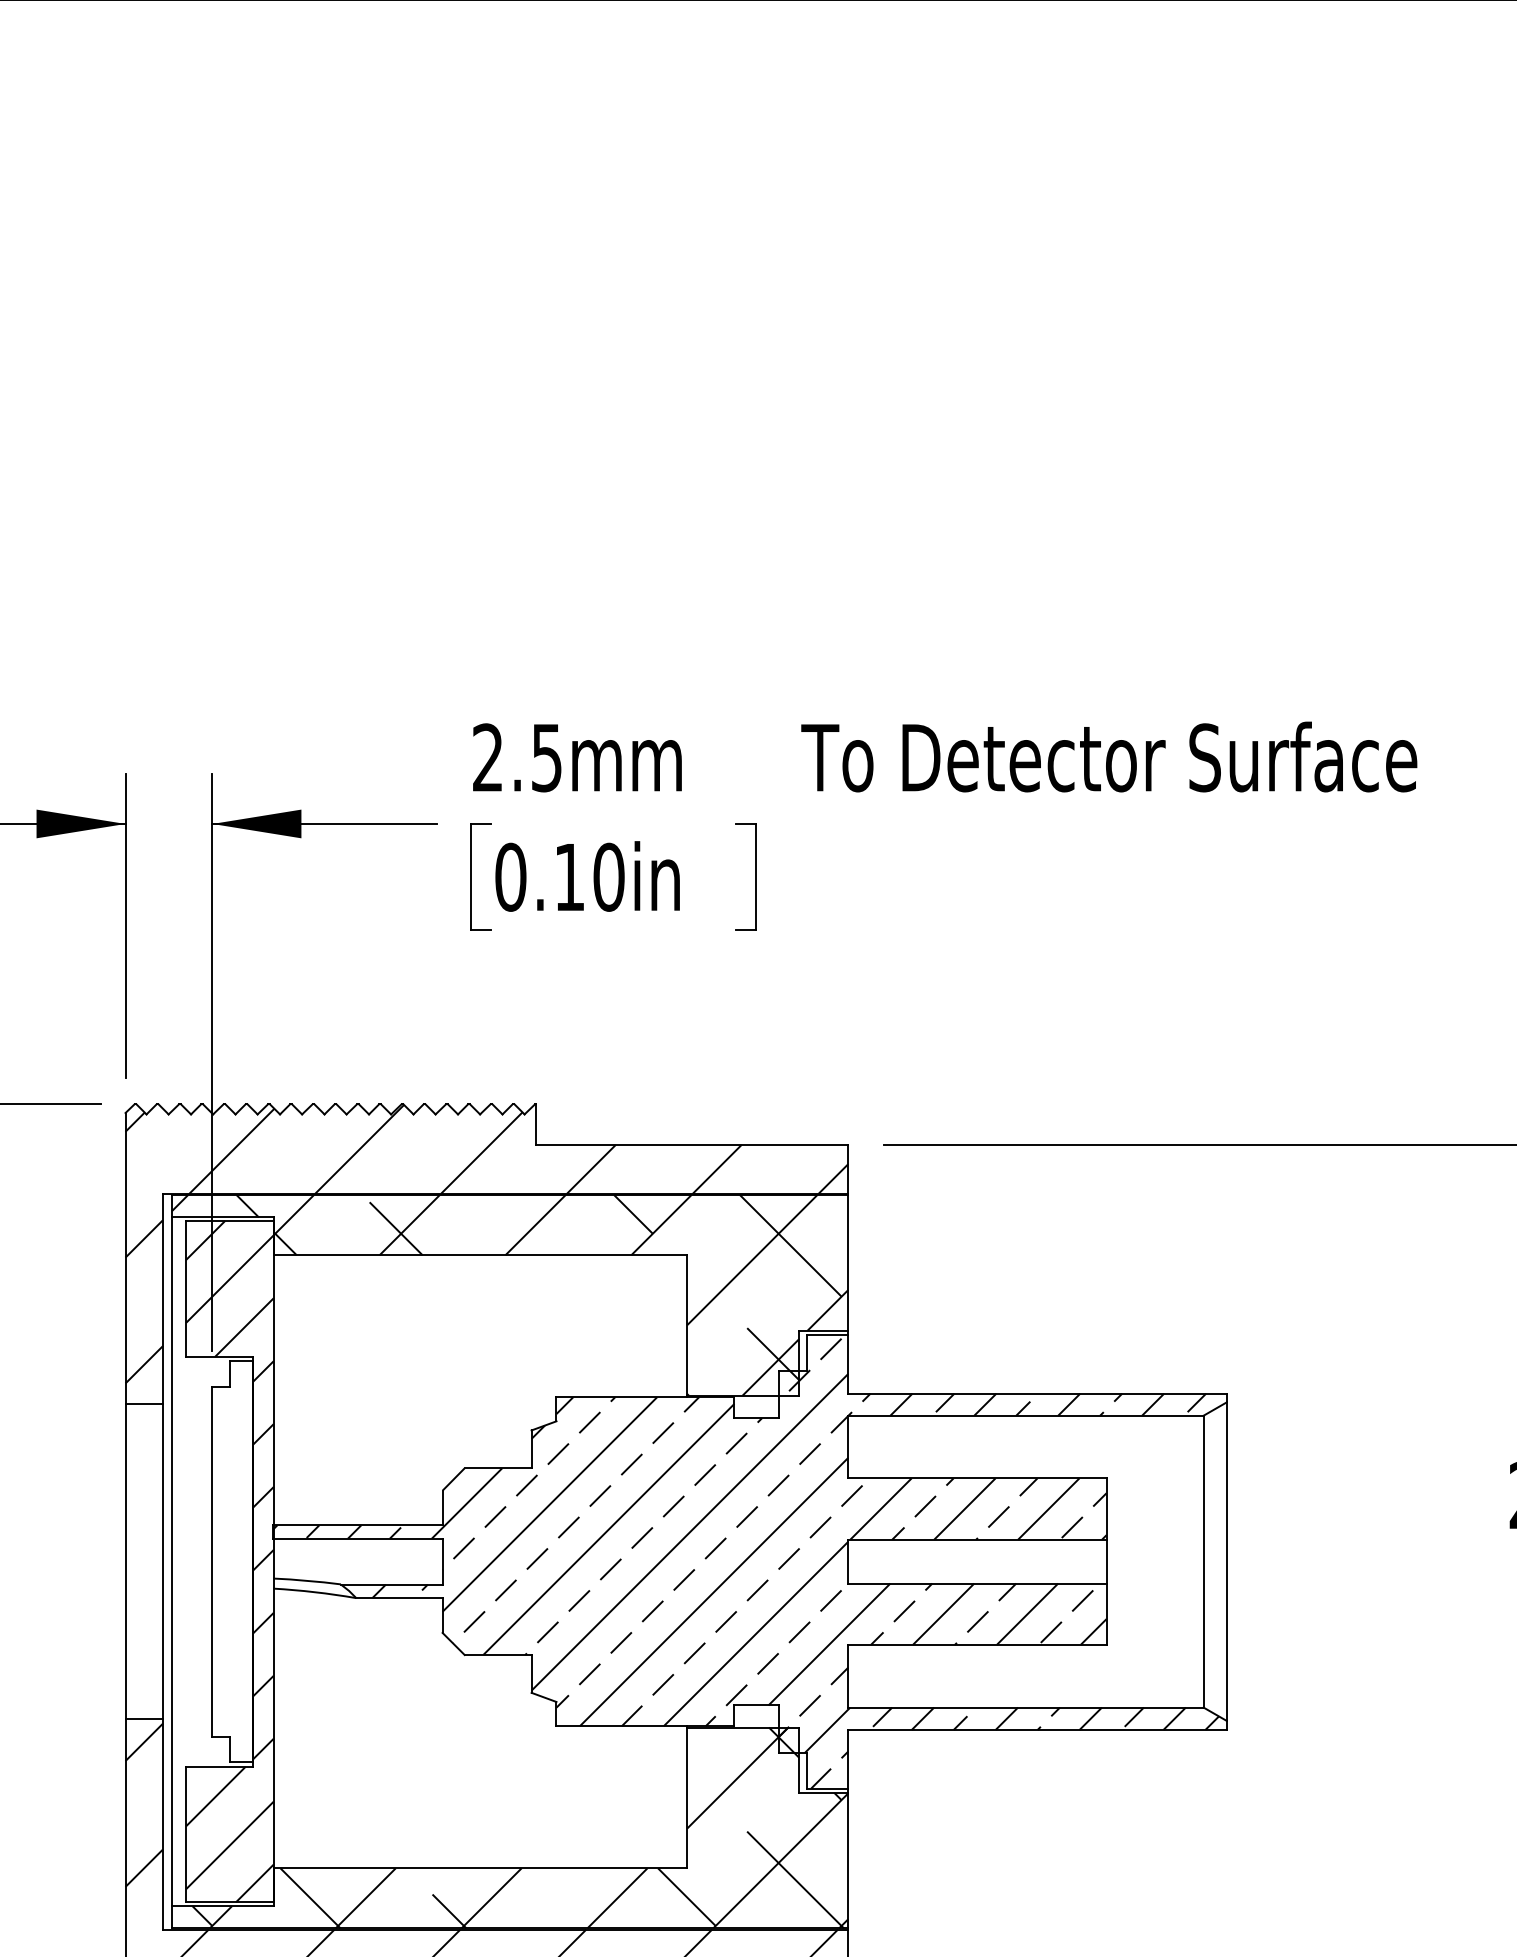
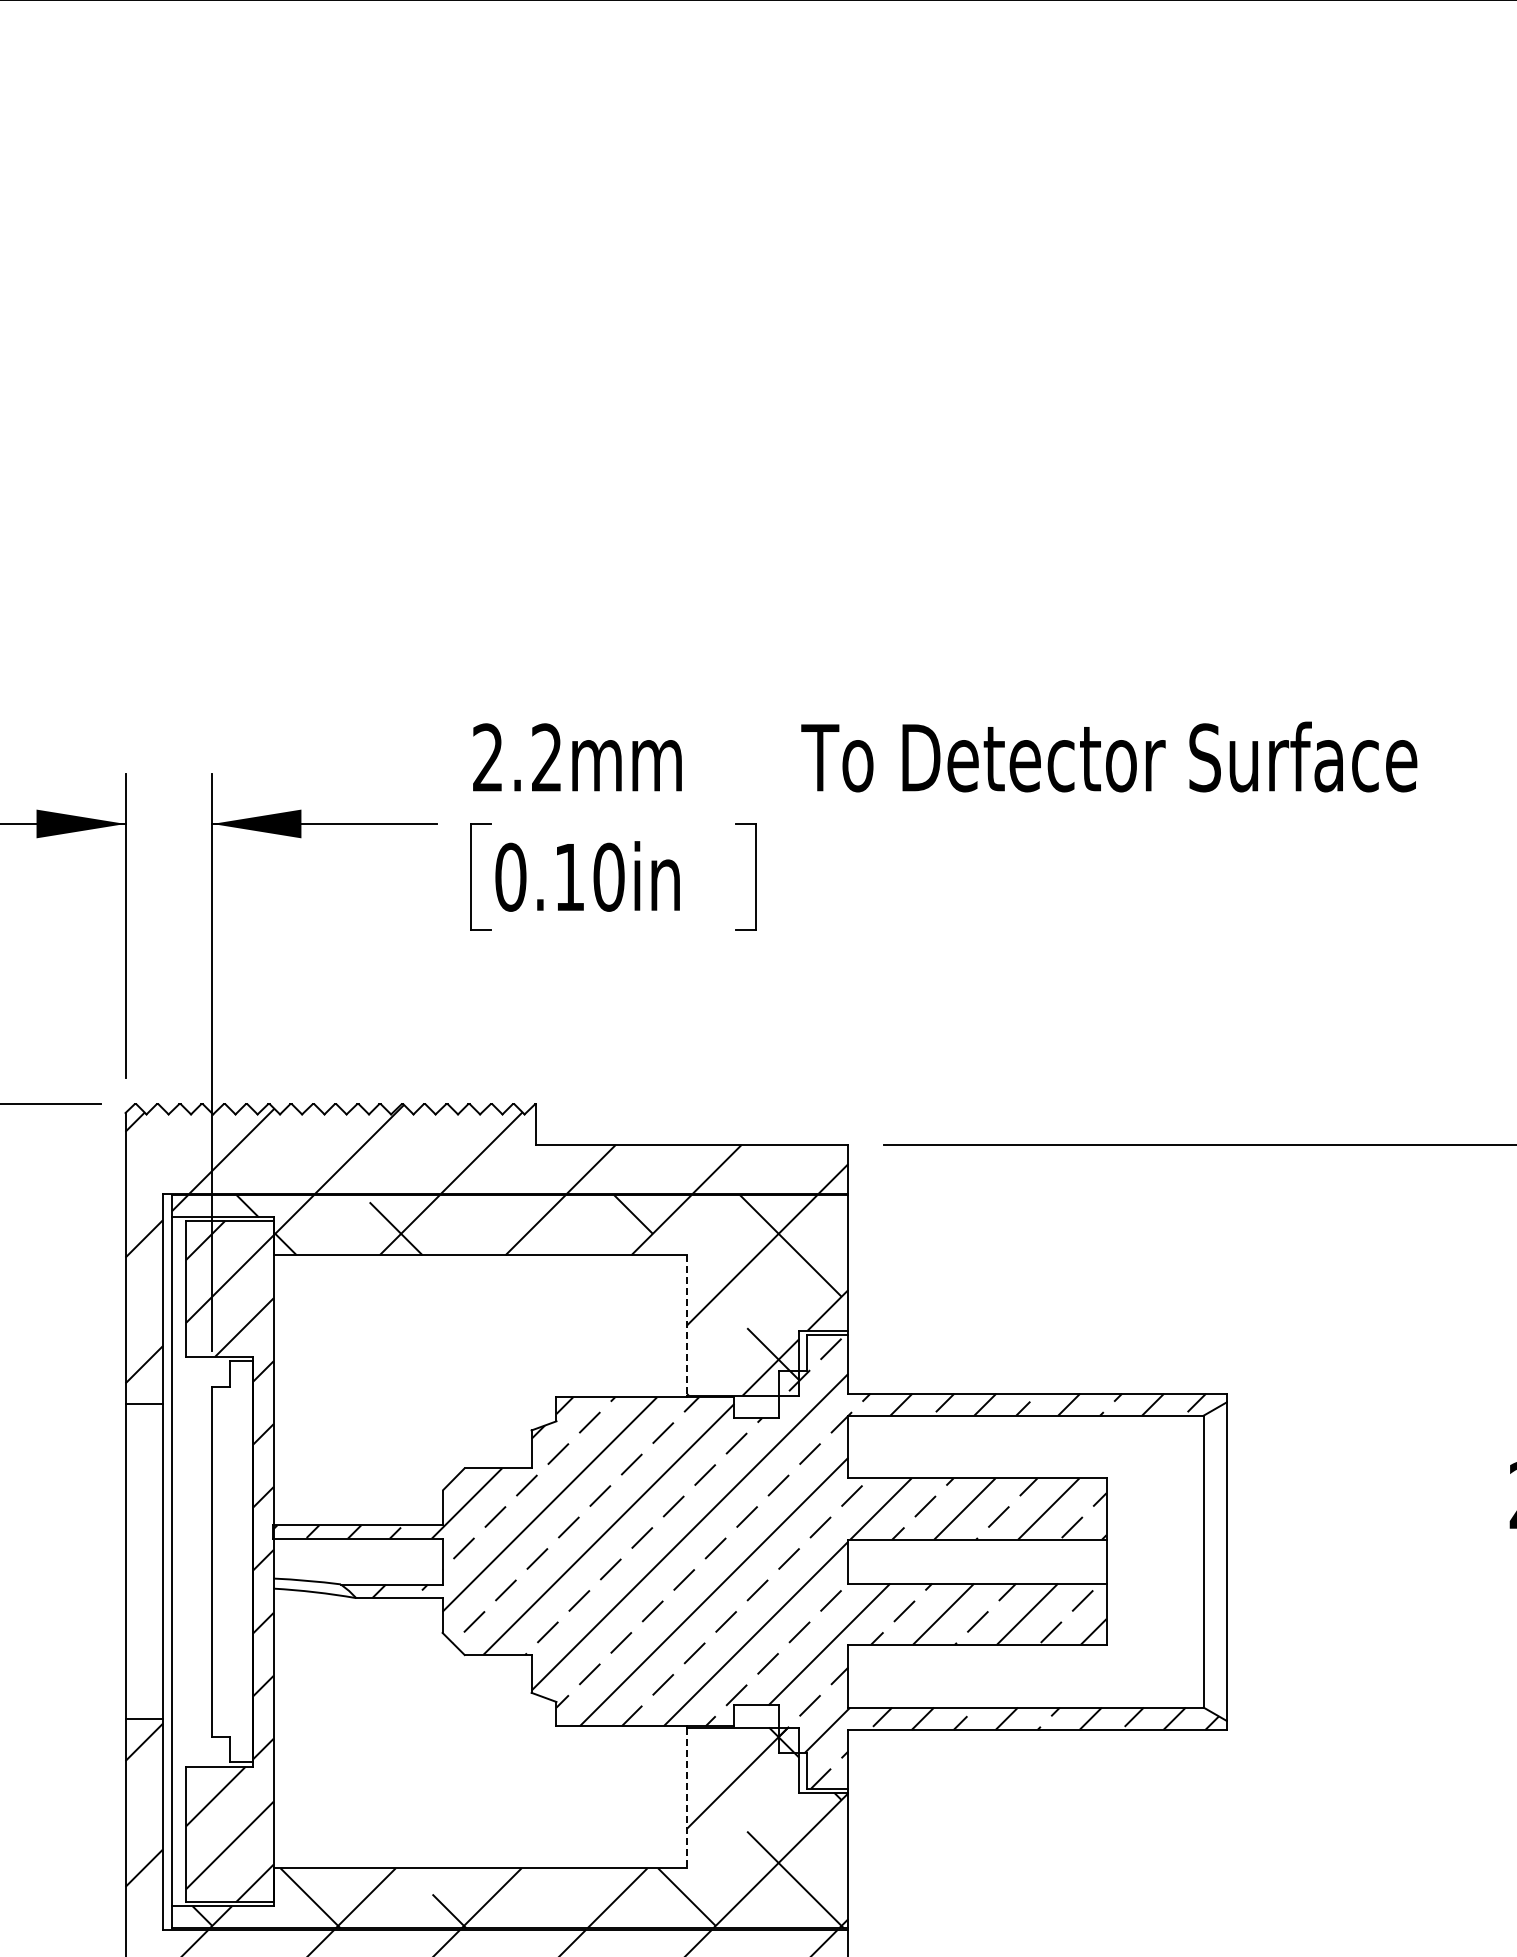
text at (546, 757): 2.5mm -> 2.2mm
line at (687, 1326): solid -> dashed
line at (687, 1798): solid -> dashed
